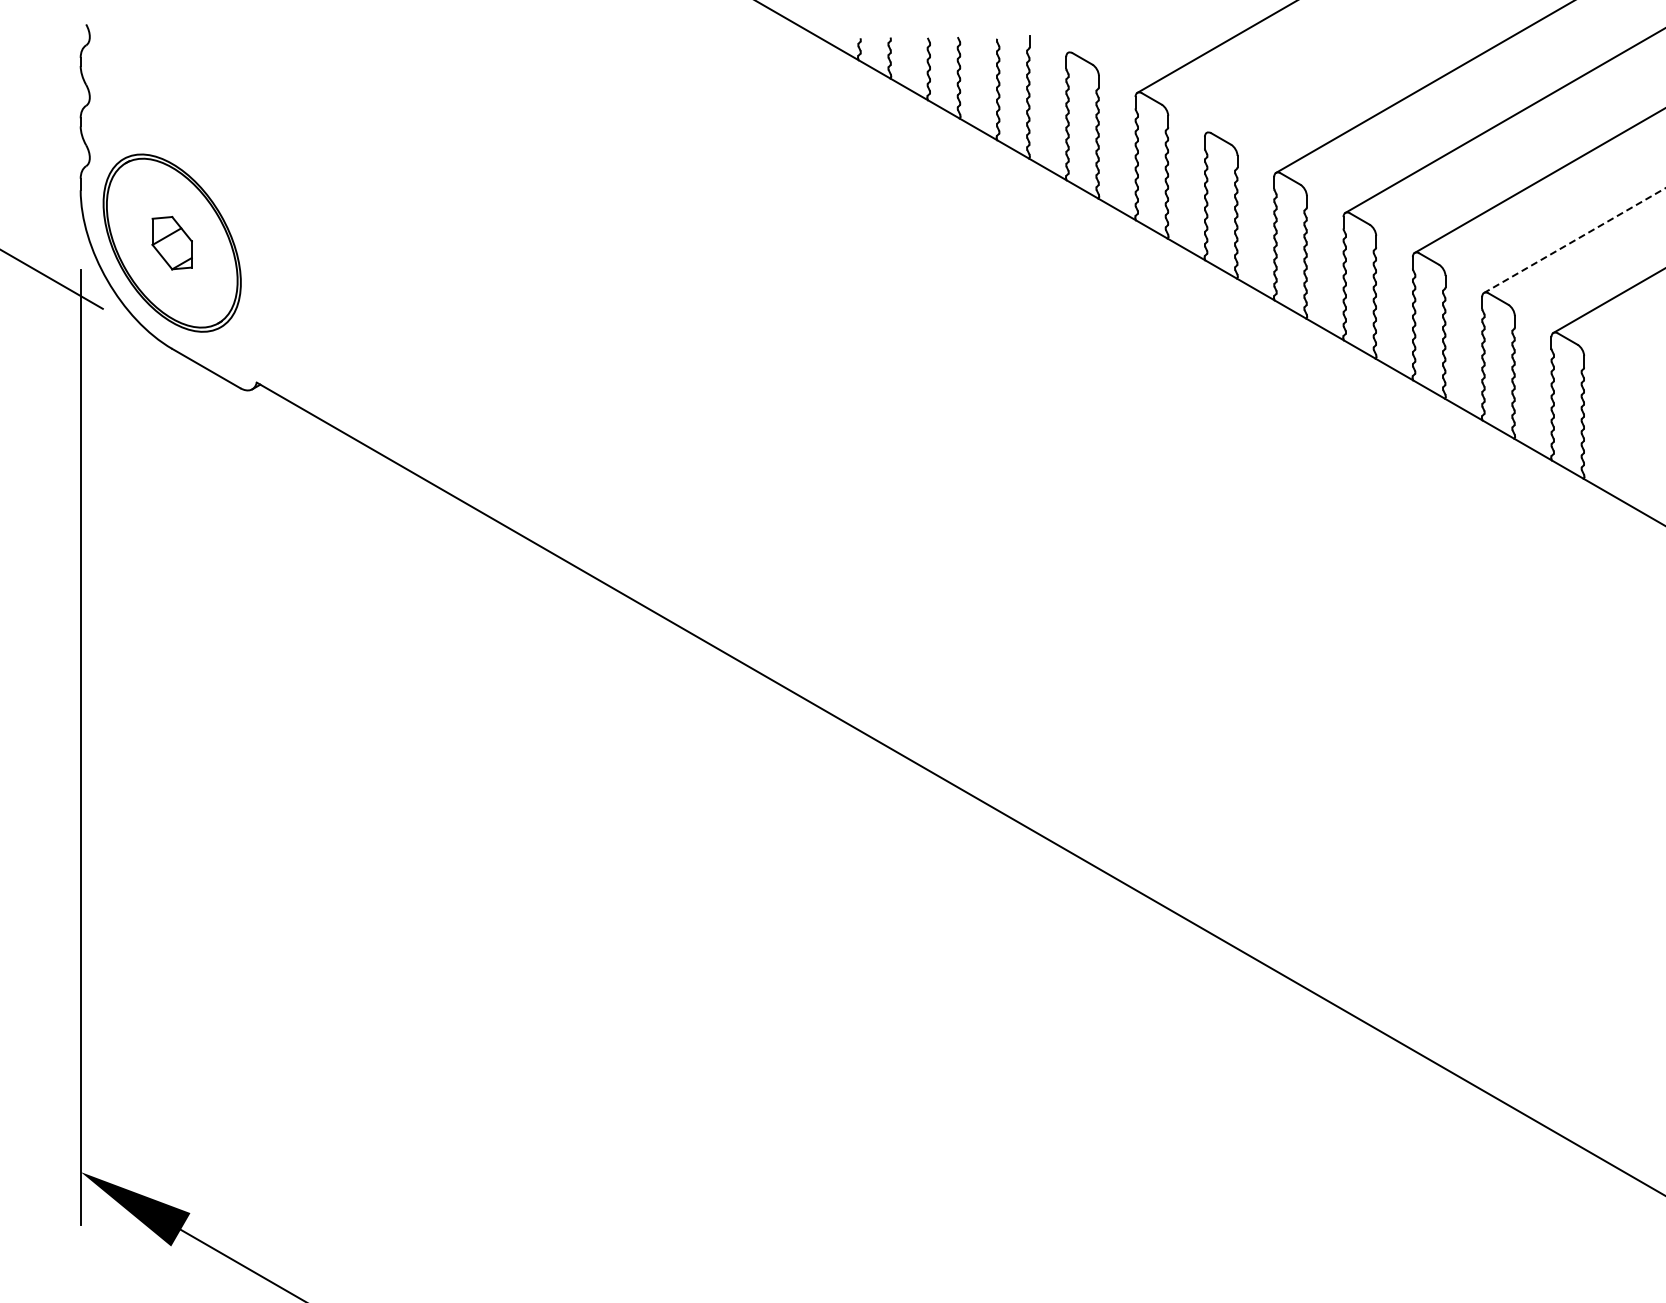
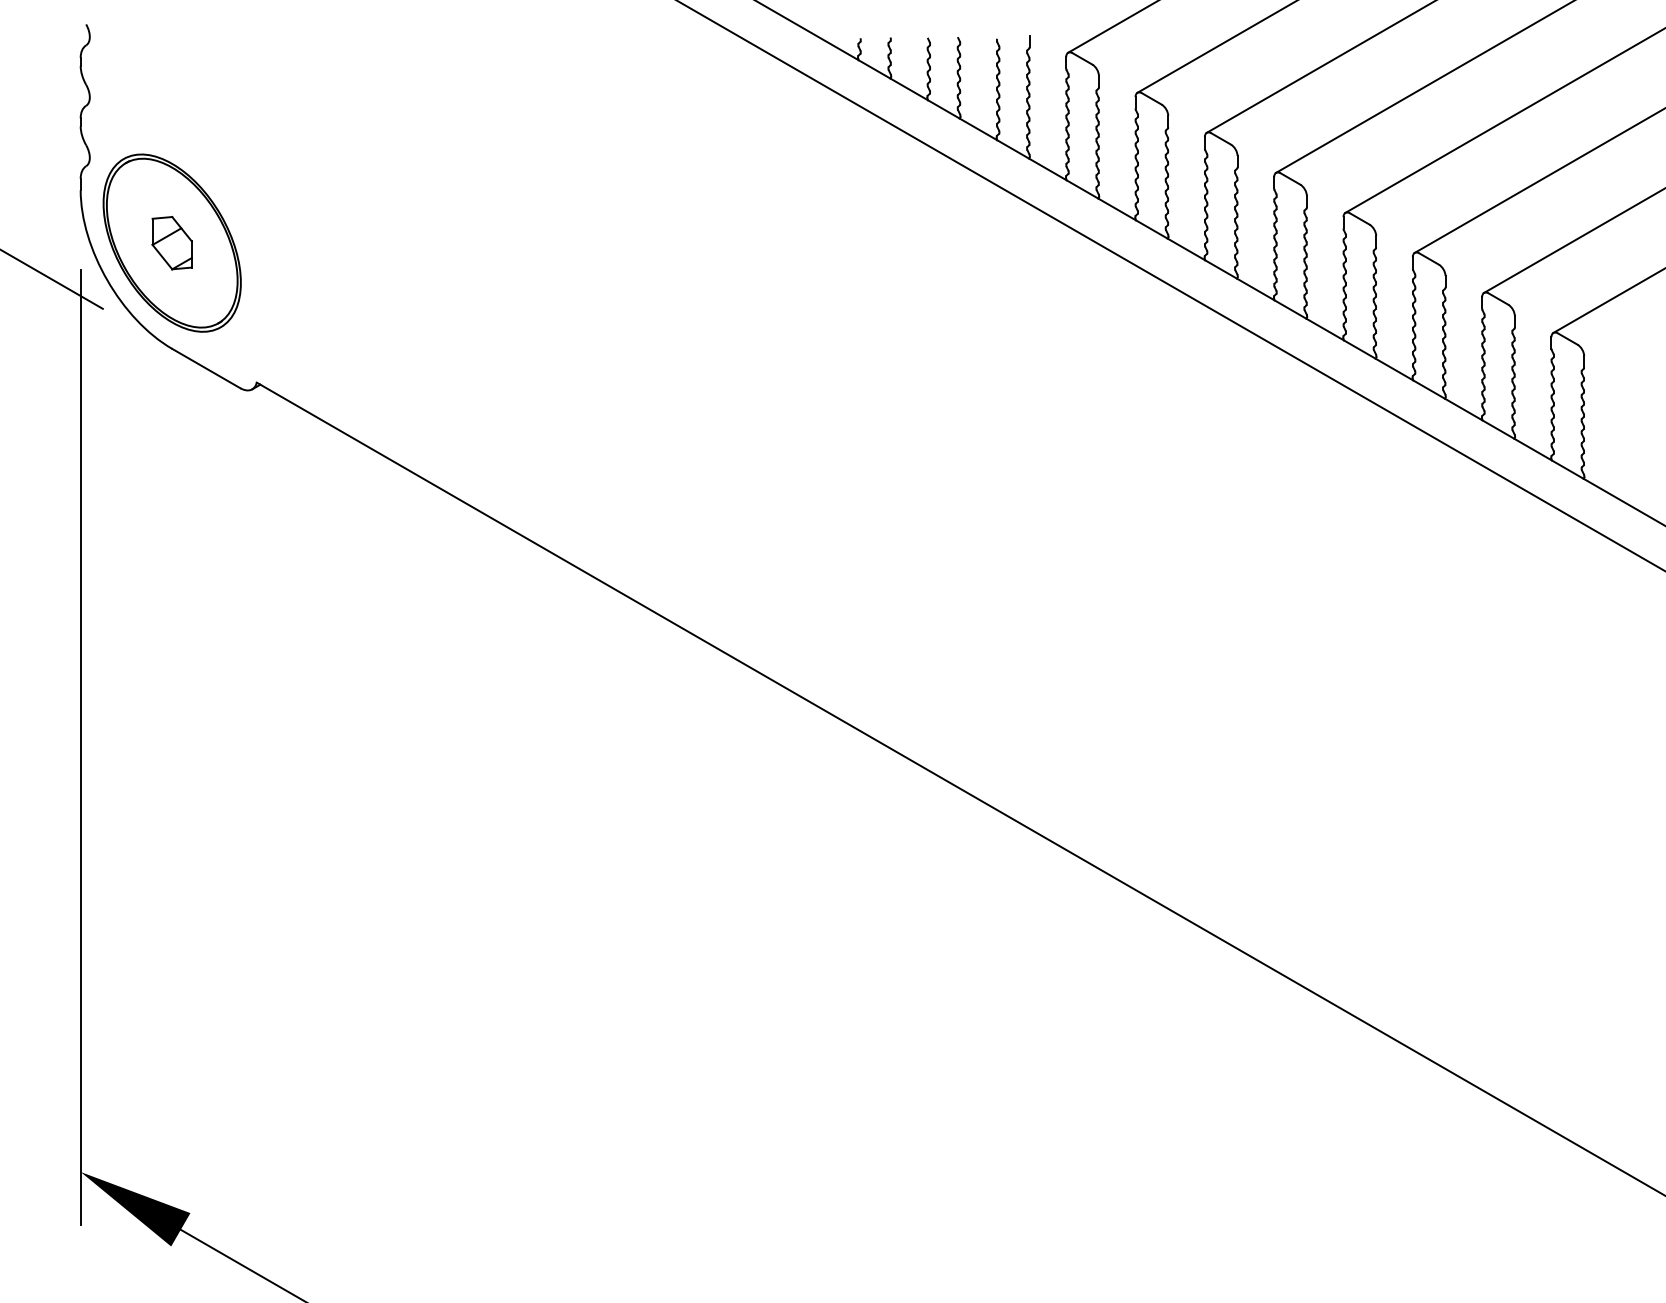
line at (1111, 27): none -> present
line at (1319, 67): none -> present
line at (1574, 240): dashed -> solid
line at (1170, 285): none -> present
